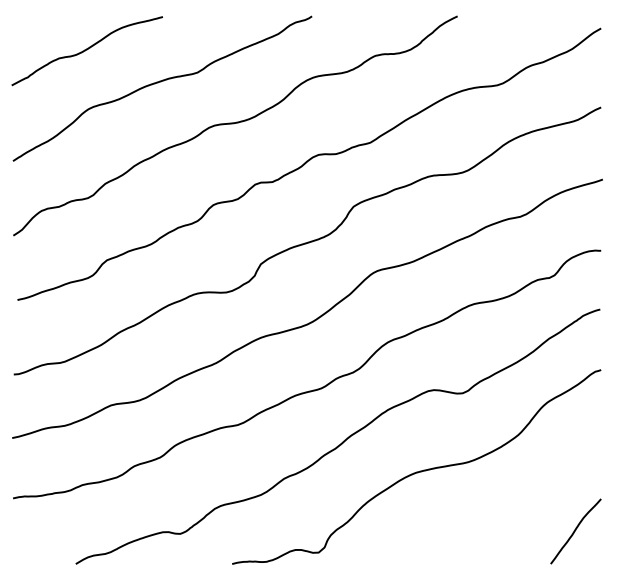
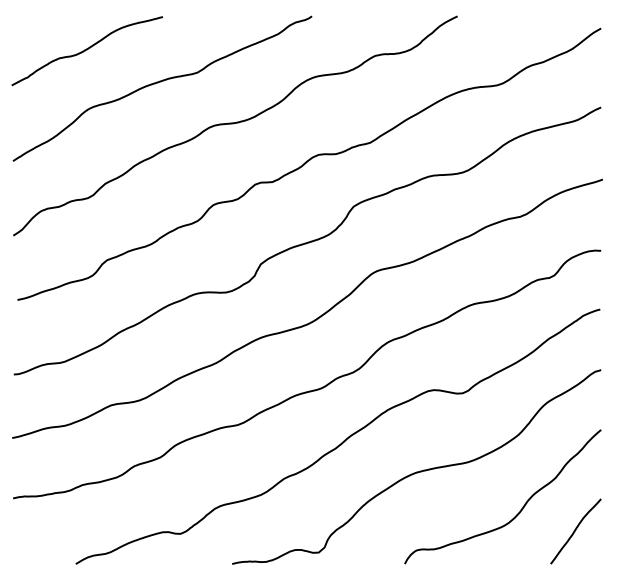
curve at (520, 509): none -> present
